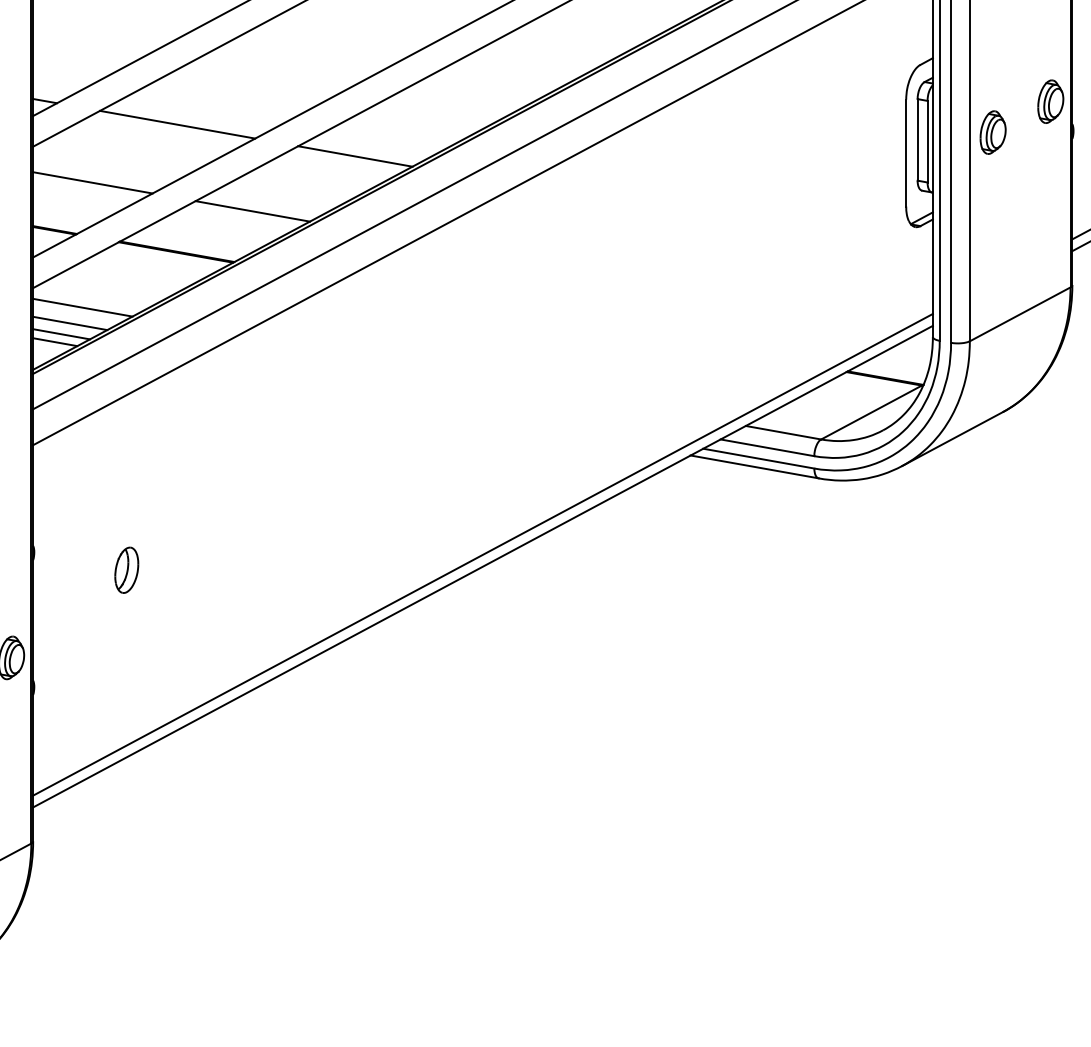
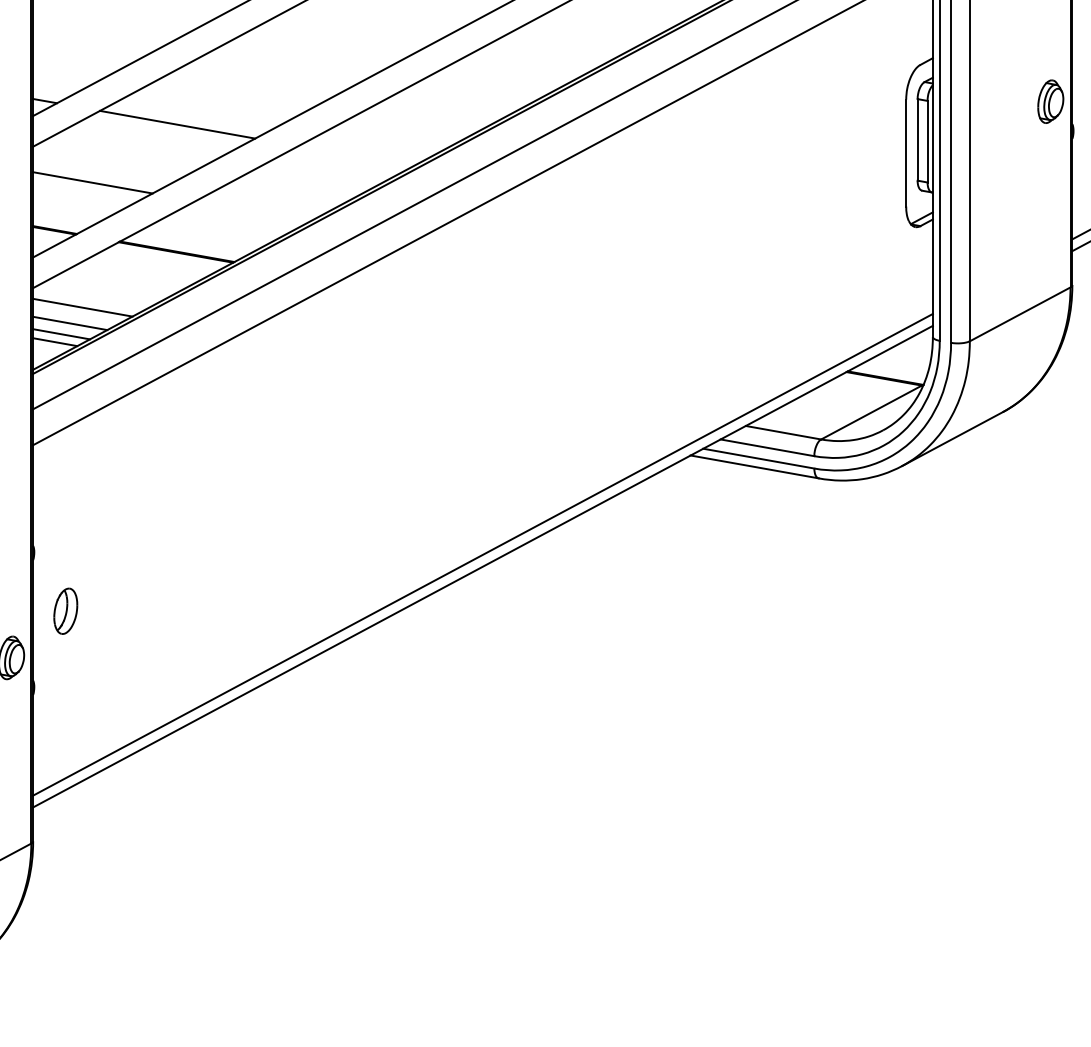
part at (992, 132): present -> none
line at (355, 156): present -> none
line at (252, 211): present -> none
part at (126, 569) position: (126, 569) -> (65, 610)
